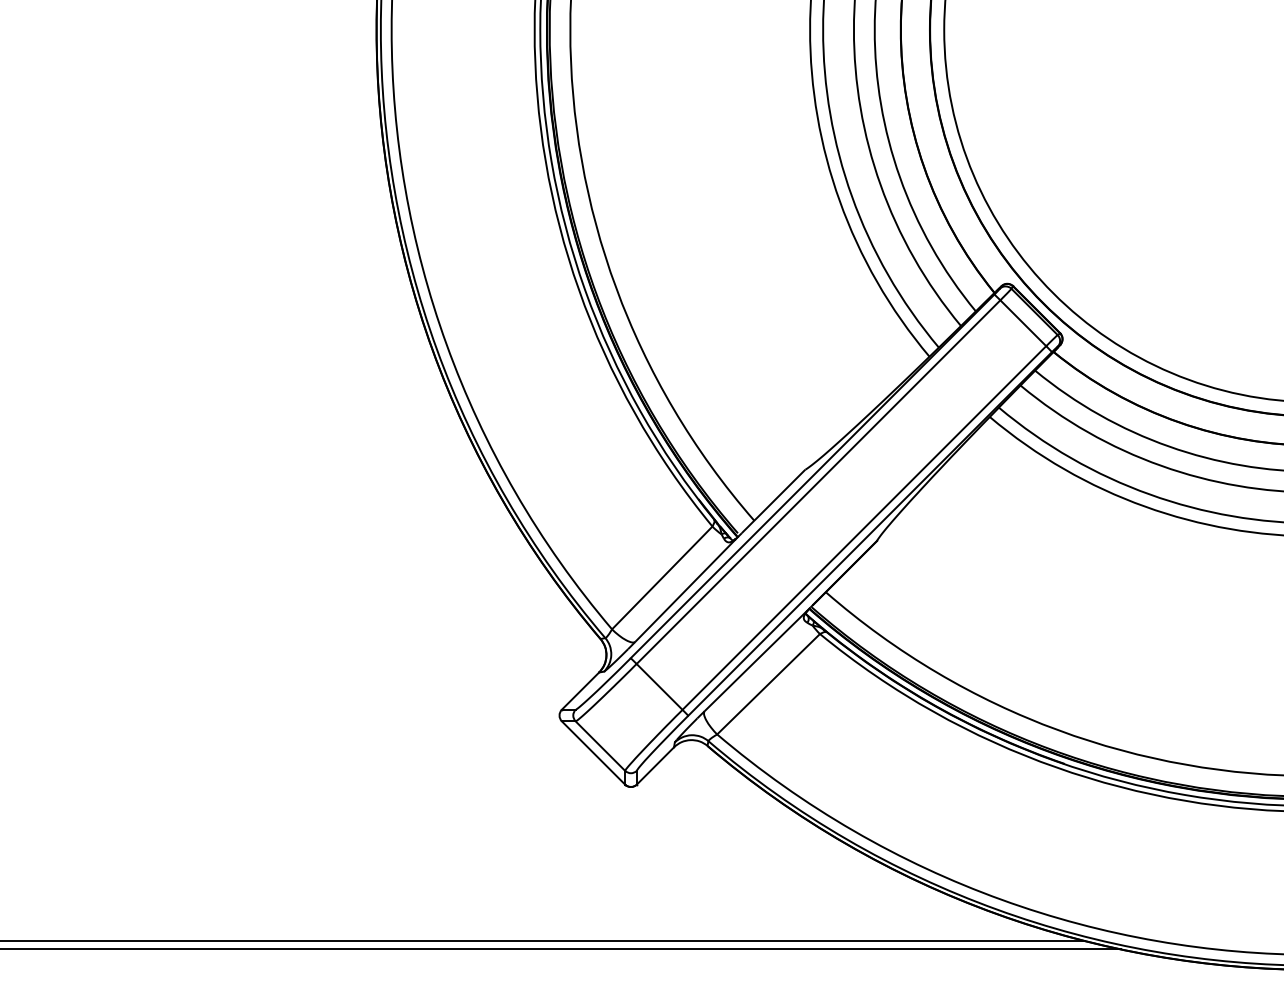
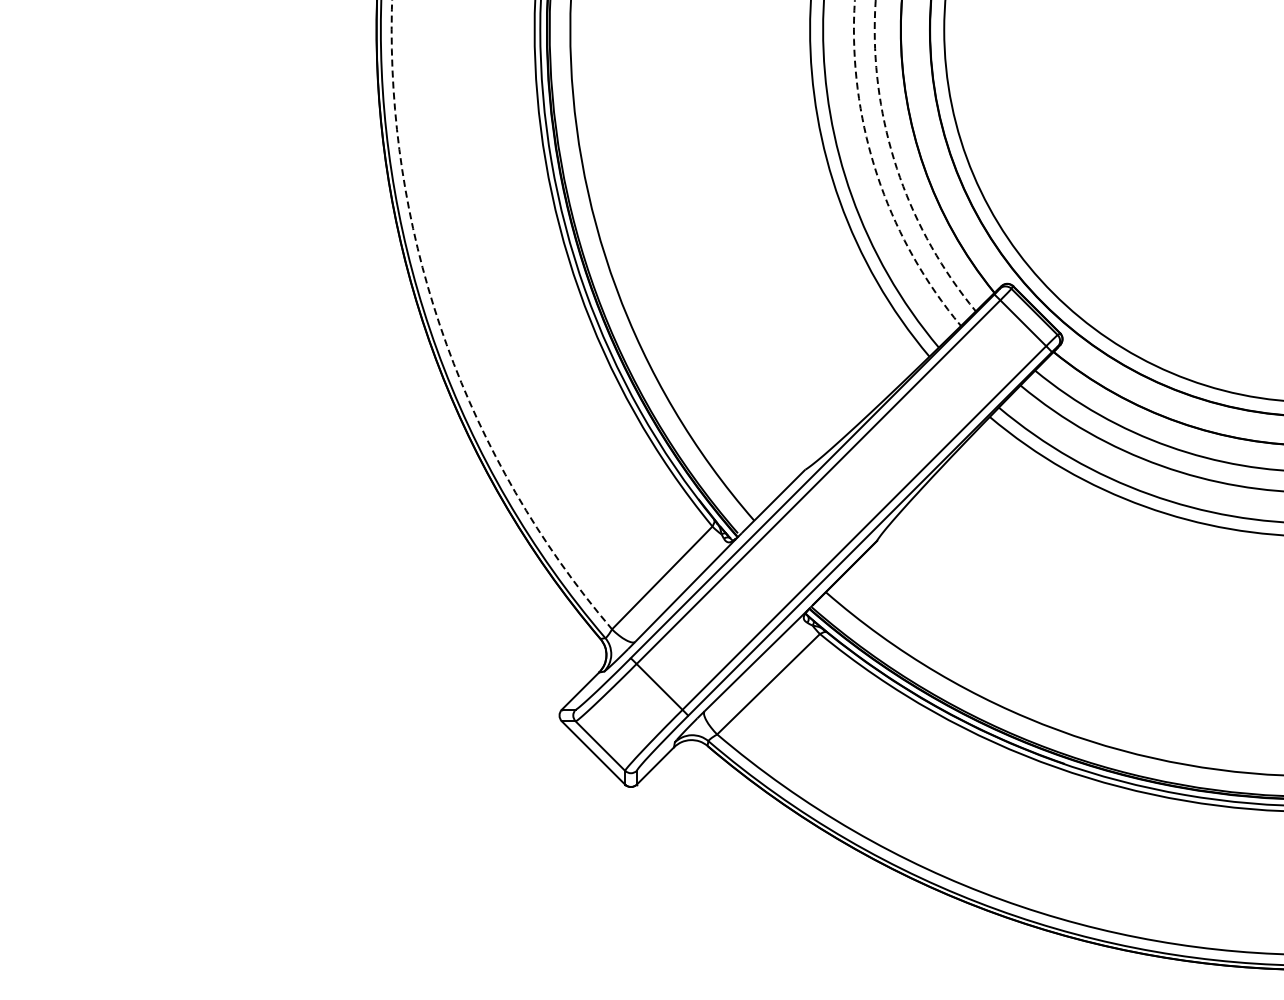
arc at (896, 166): solid -> dashed
arc at (876, 173): solid -> dashed
arc at (442, 332): solid -> dashed
line at (543, 941): present -> none
line at (561, 949): present -> none
